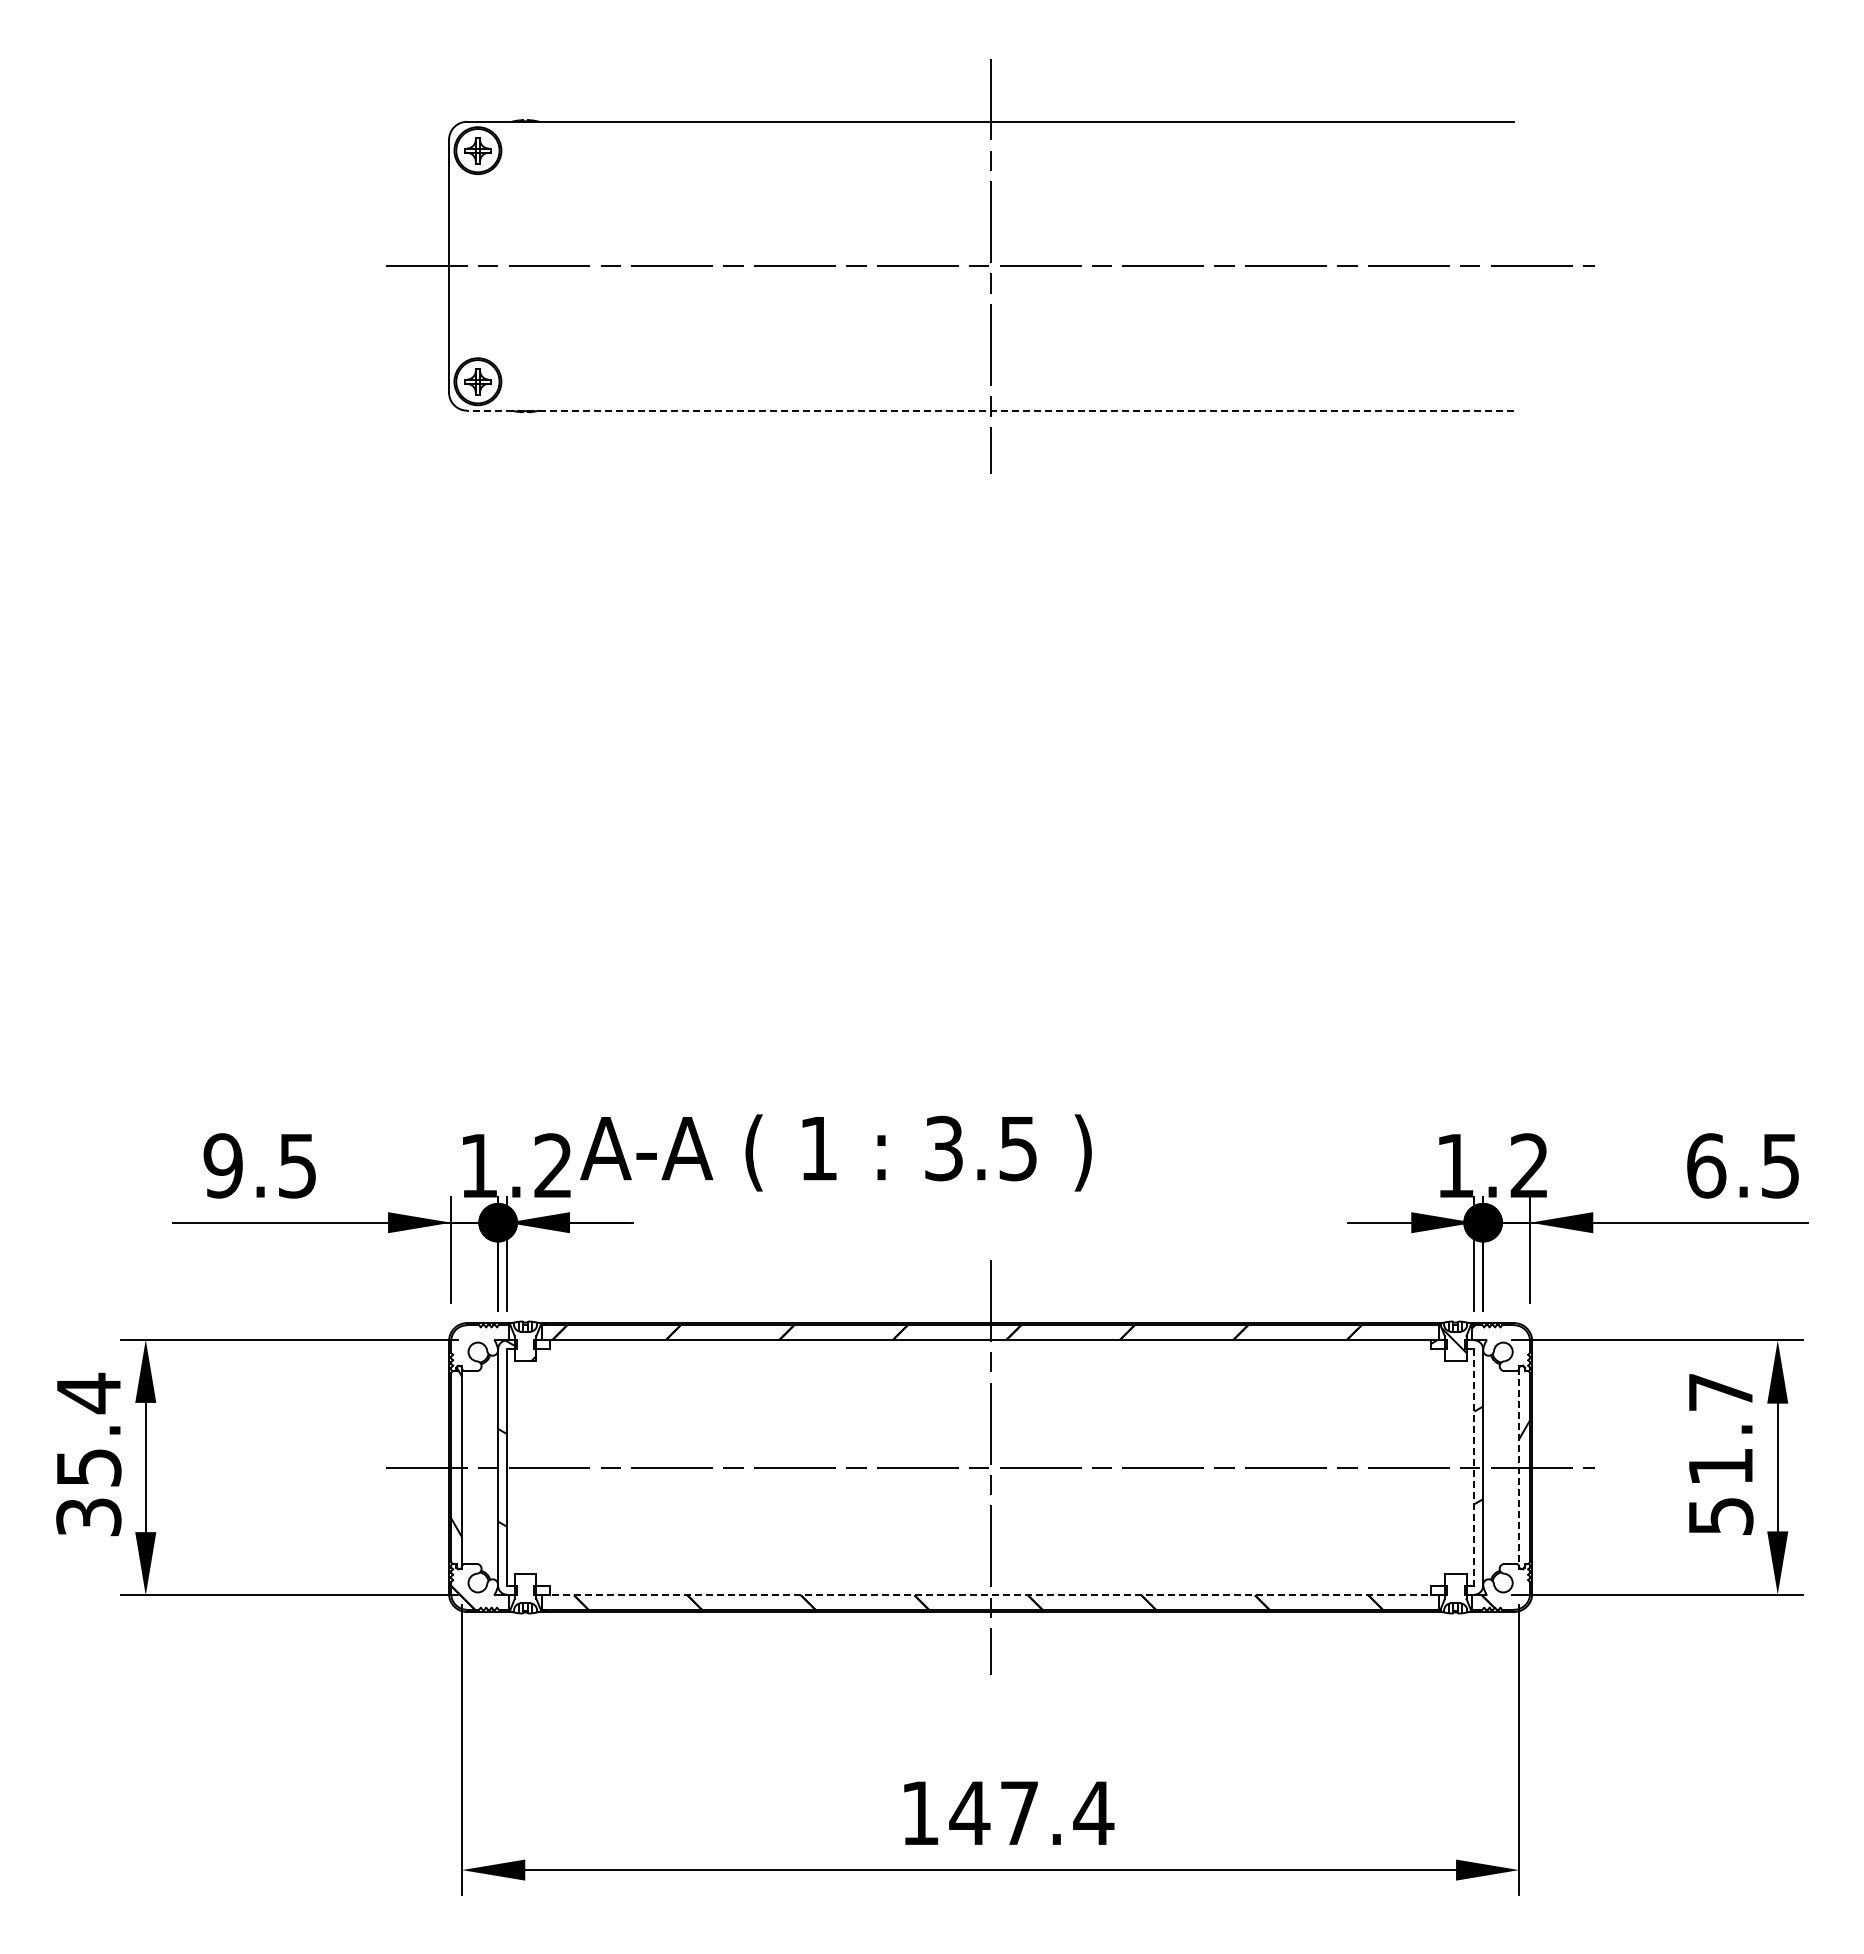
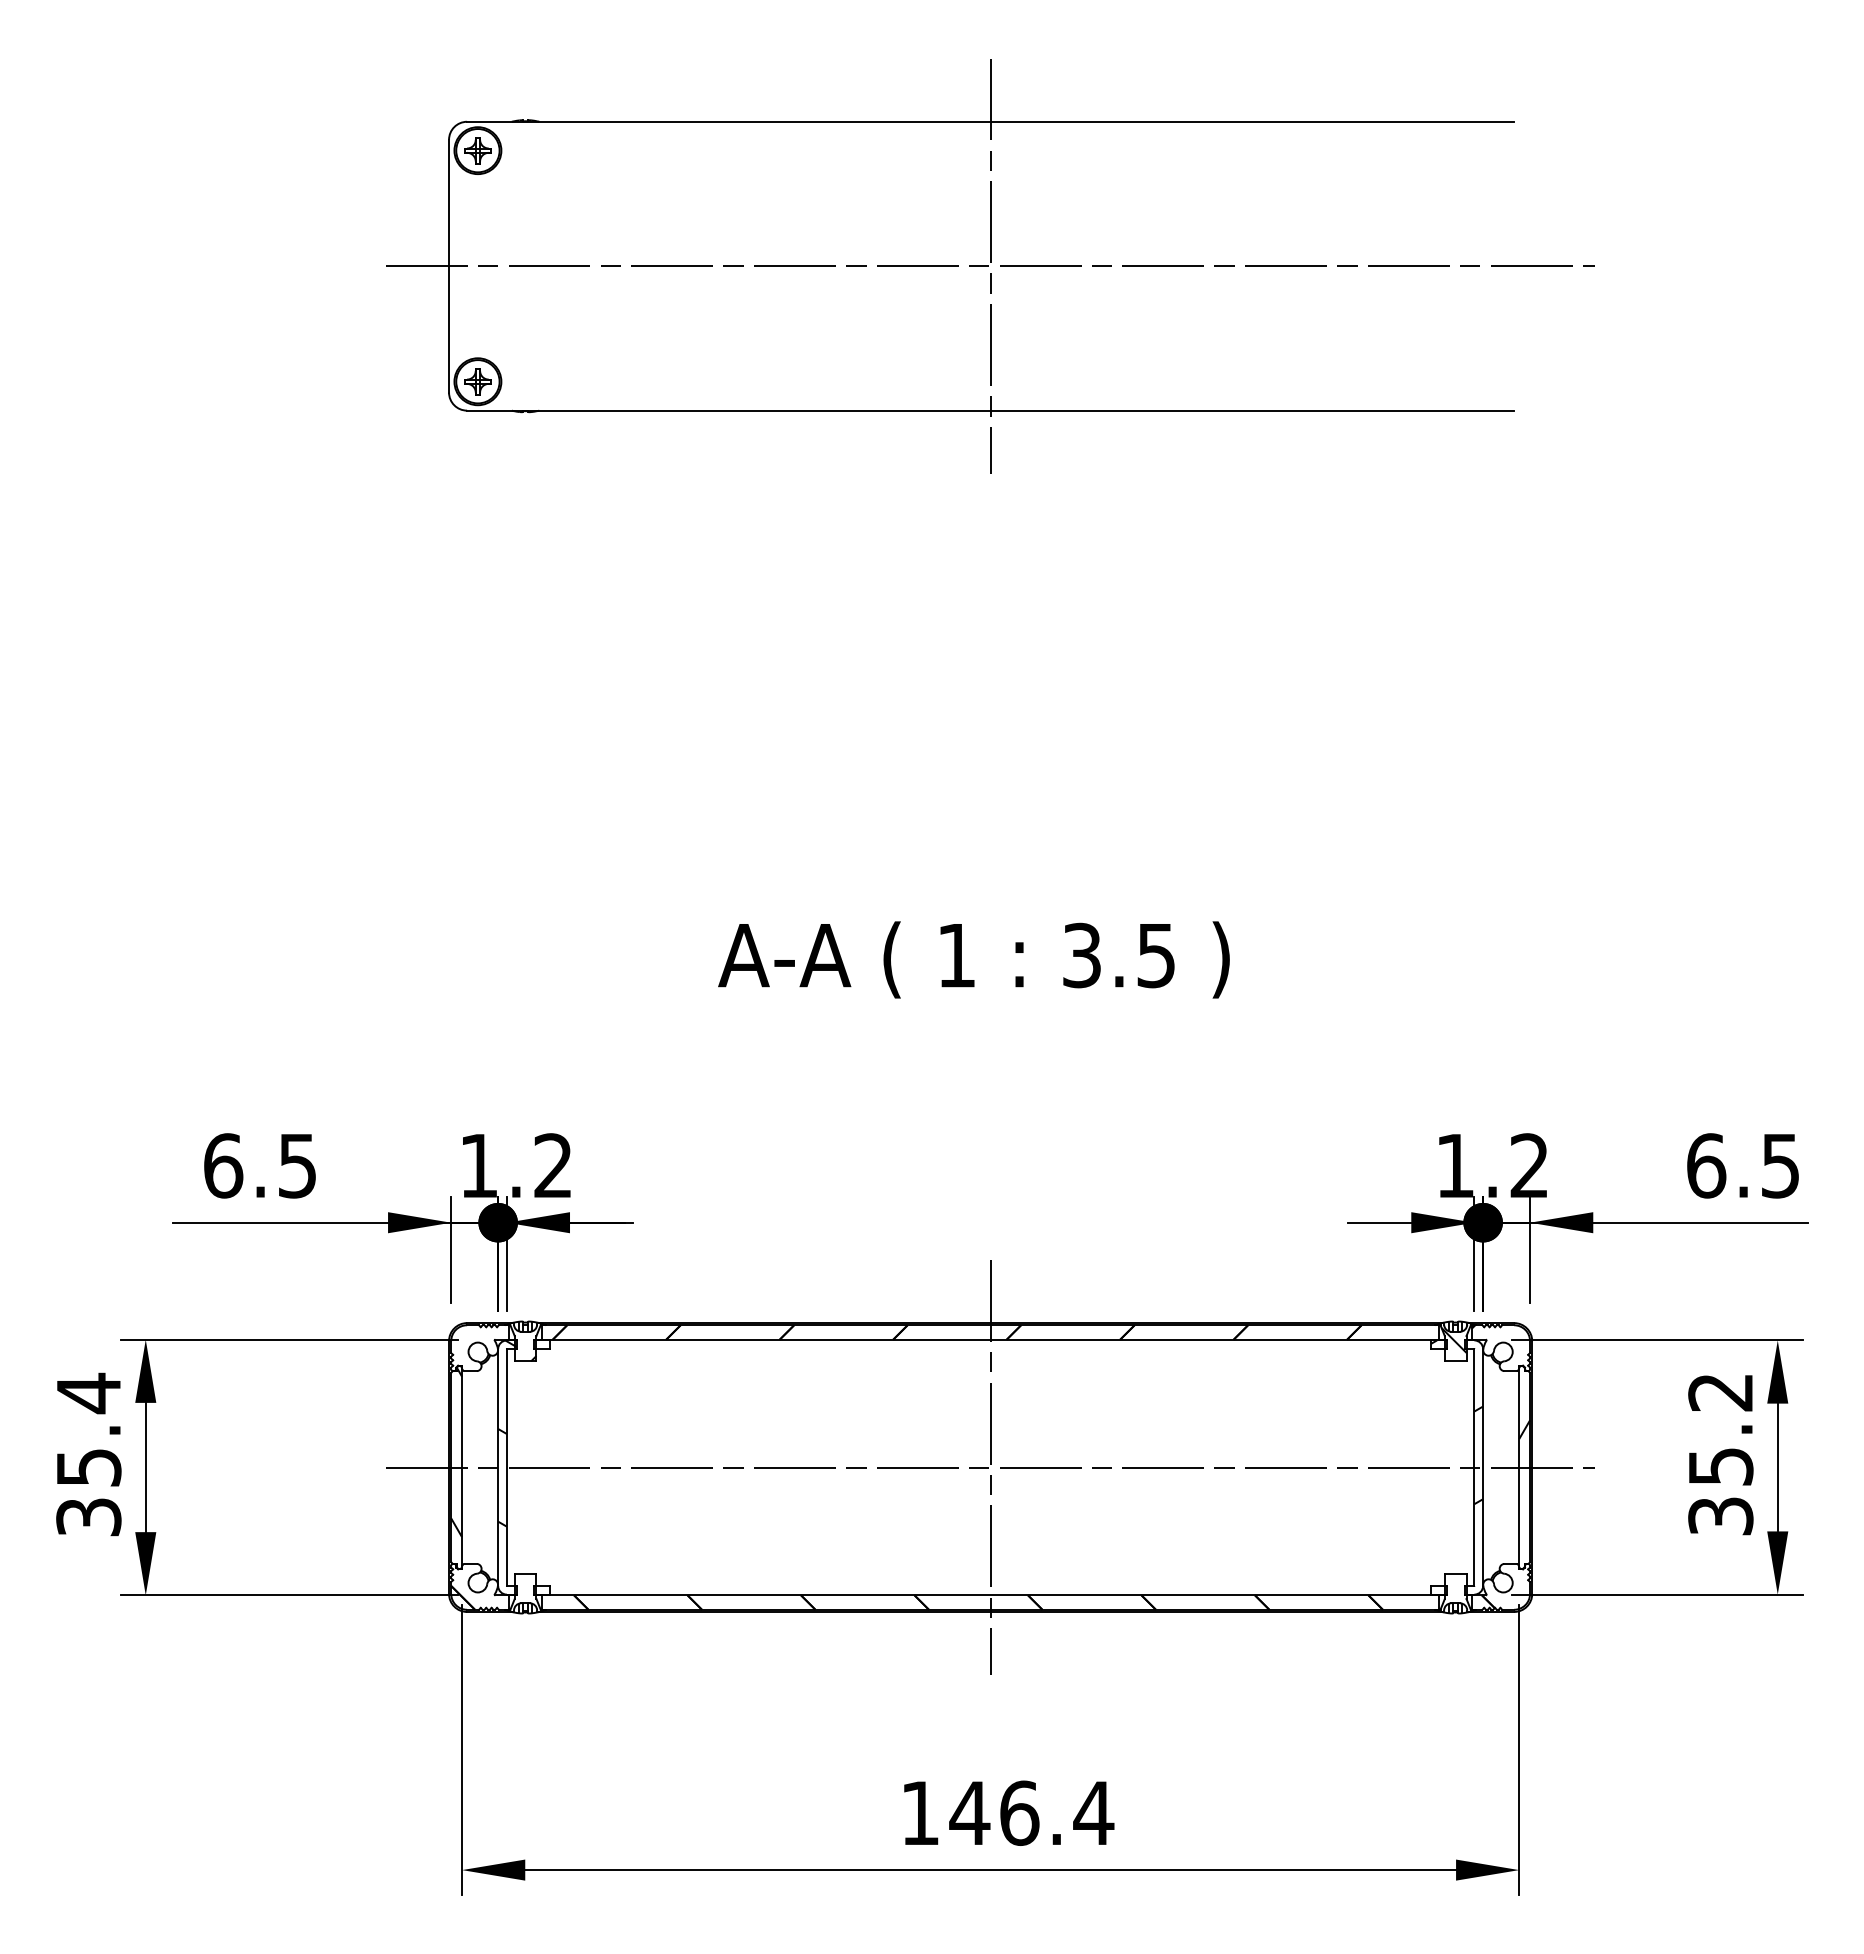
line at (990, 410): dashed -> solid
text at (835, 1152) position: (835, 1152) -> (973, 959)
text at (223, 1165): 9.5 -> 6.5
text at (1720, 1454): 51.7 -> 35.2
line at (1474, 1468): dashed -> solid
line at (1519, 1468): dashed -> solid
line at (990, 1595): dashed -> solid
text at (1019, 1812): 147.4 -> 146.4
